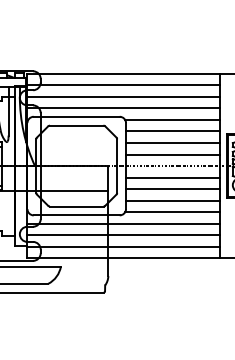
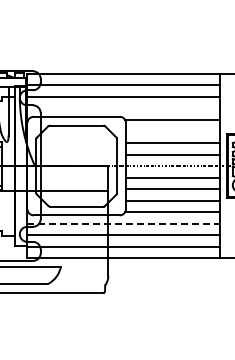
line at (123, 108): present -> none
line at (173, 131): present -> none
line at (124, 223): solid -> dashed
